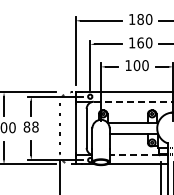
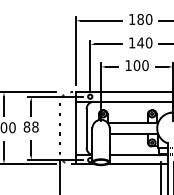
text at (140, 42): 160 -> 140
line at (133, 101): dashed -> solid
line at (134, 155): dashed -> solid
